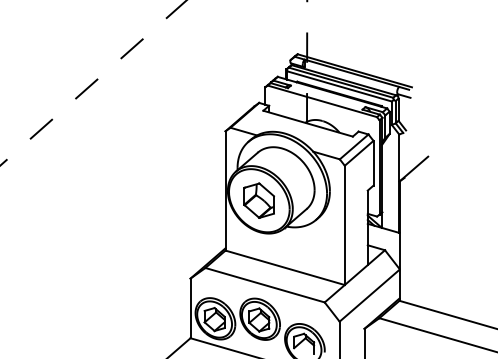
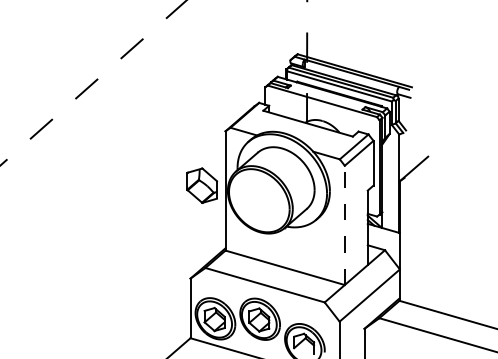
part at (258, 200) position: (258, 200) -> (201, 185)
line at (344, 225): solid -> dashed
